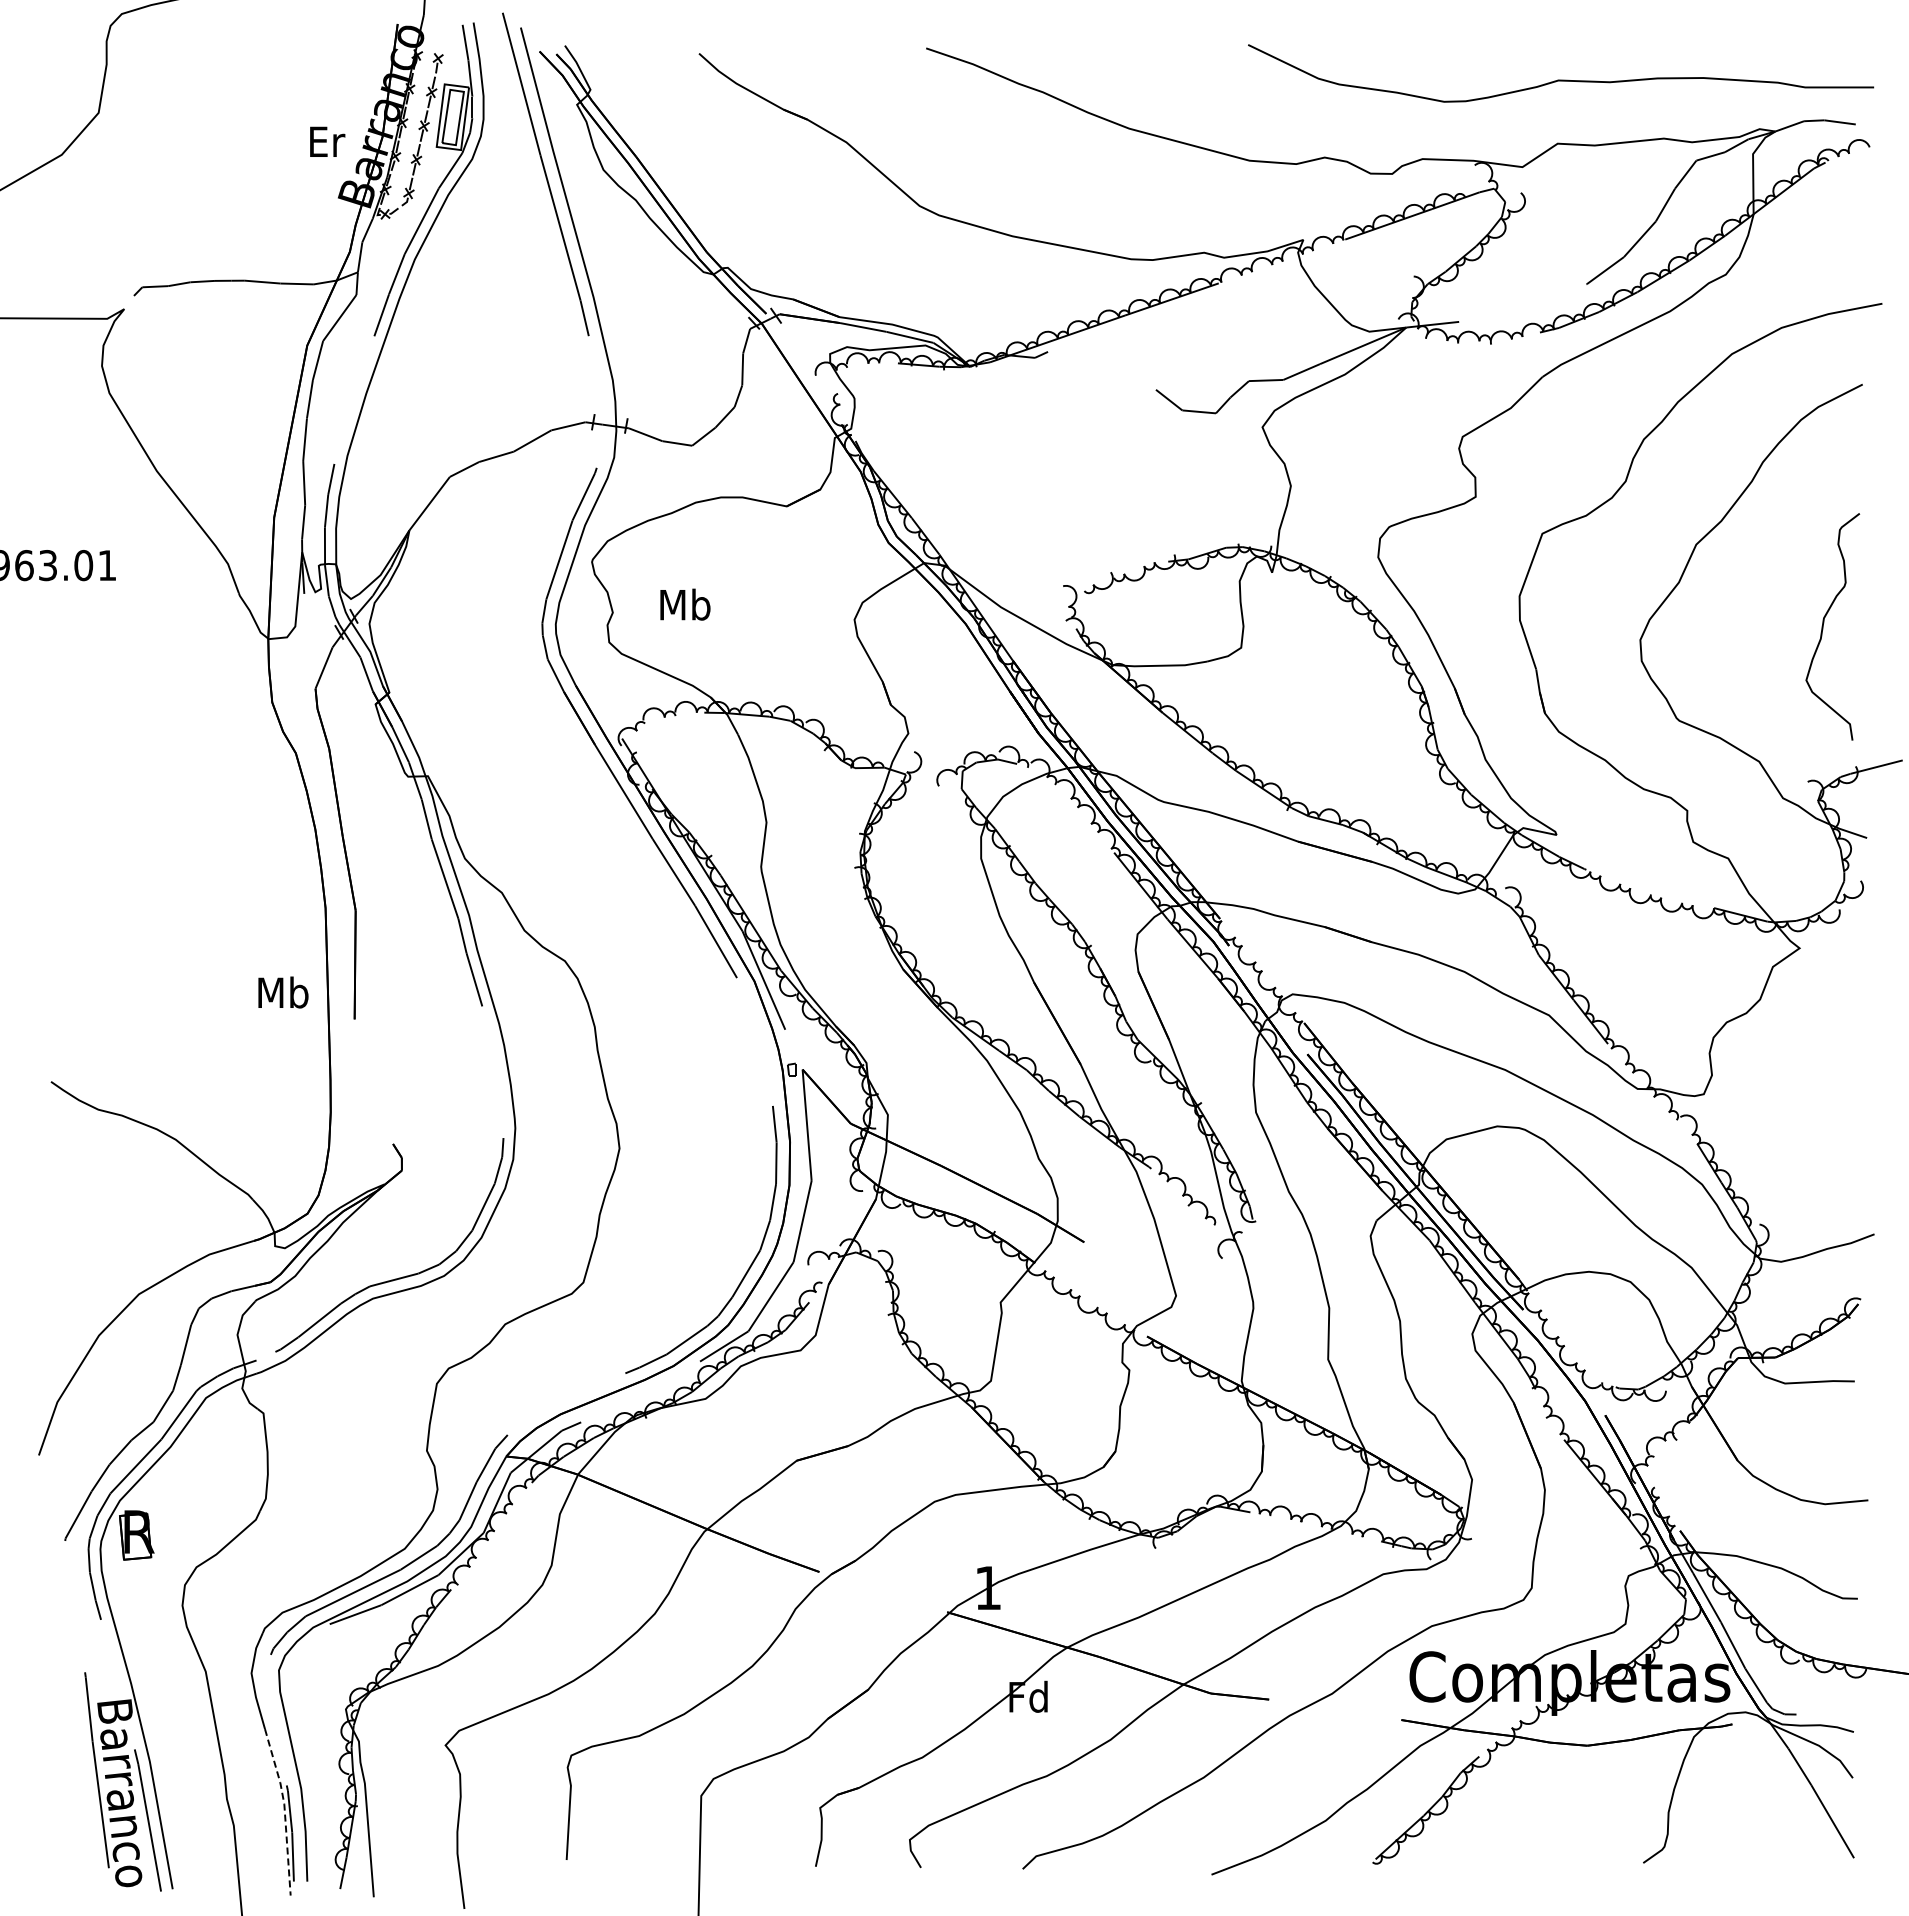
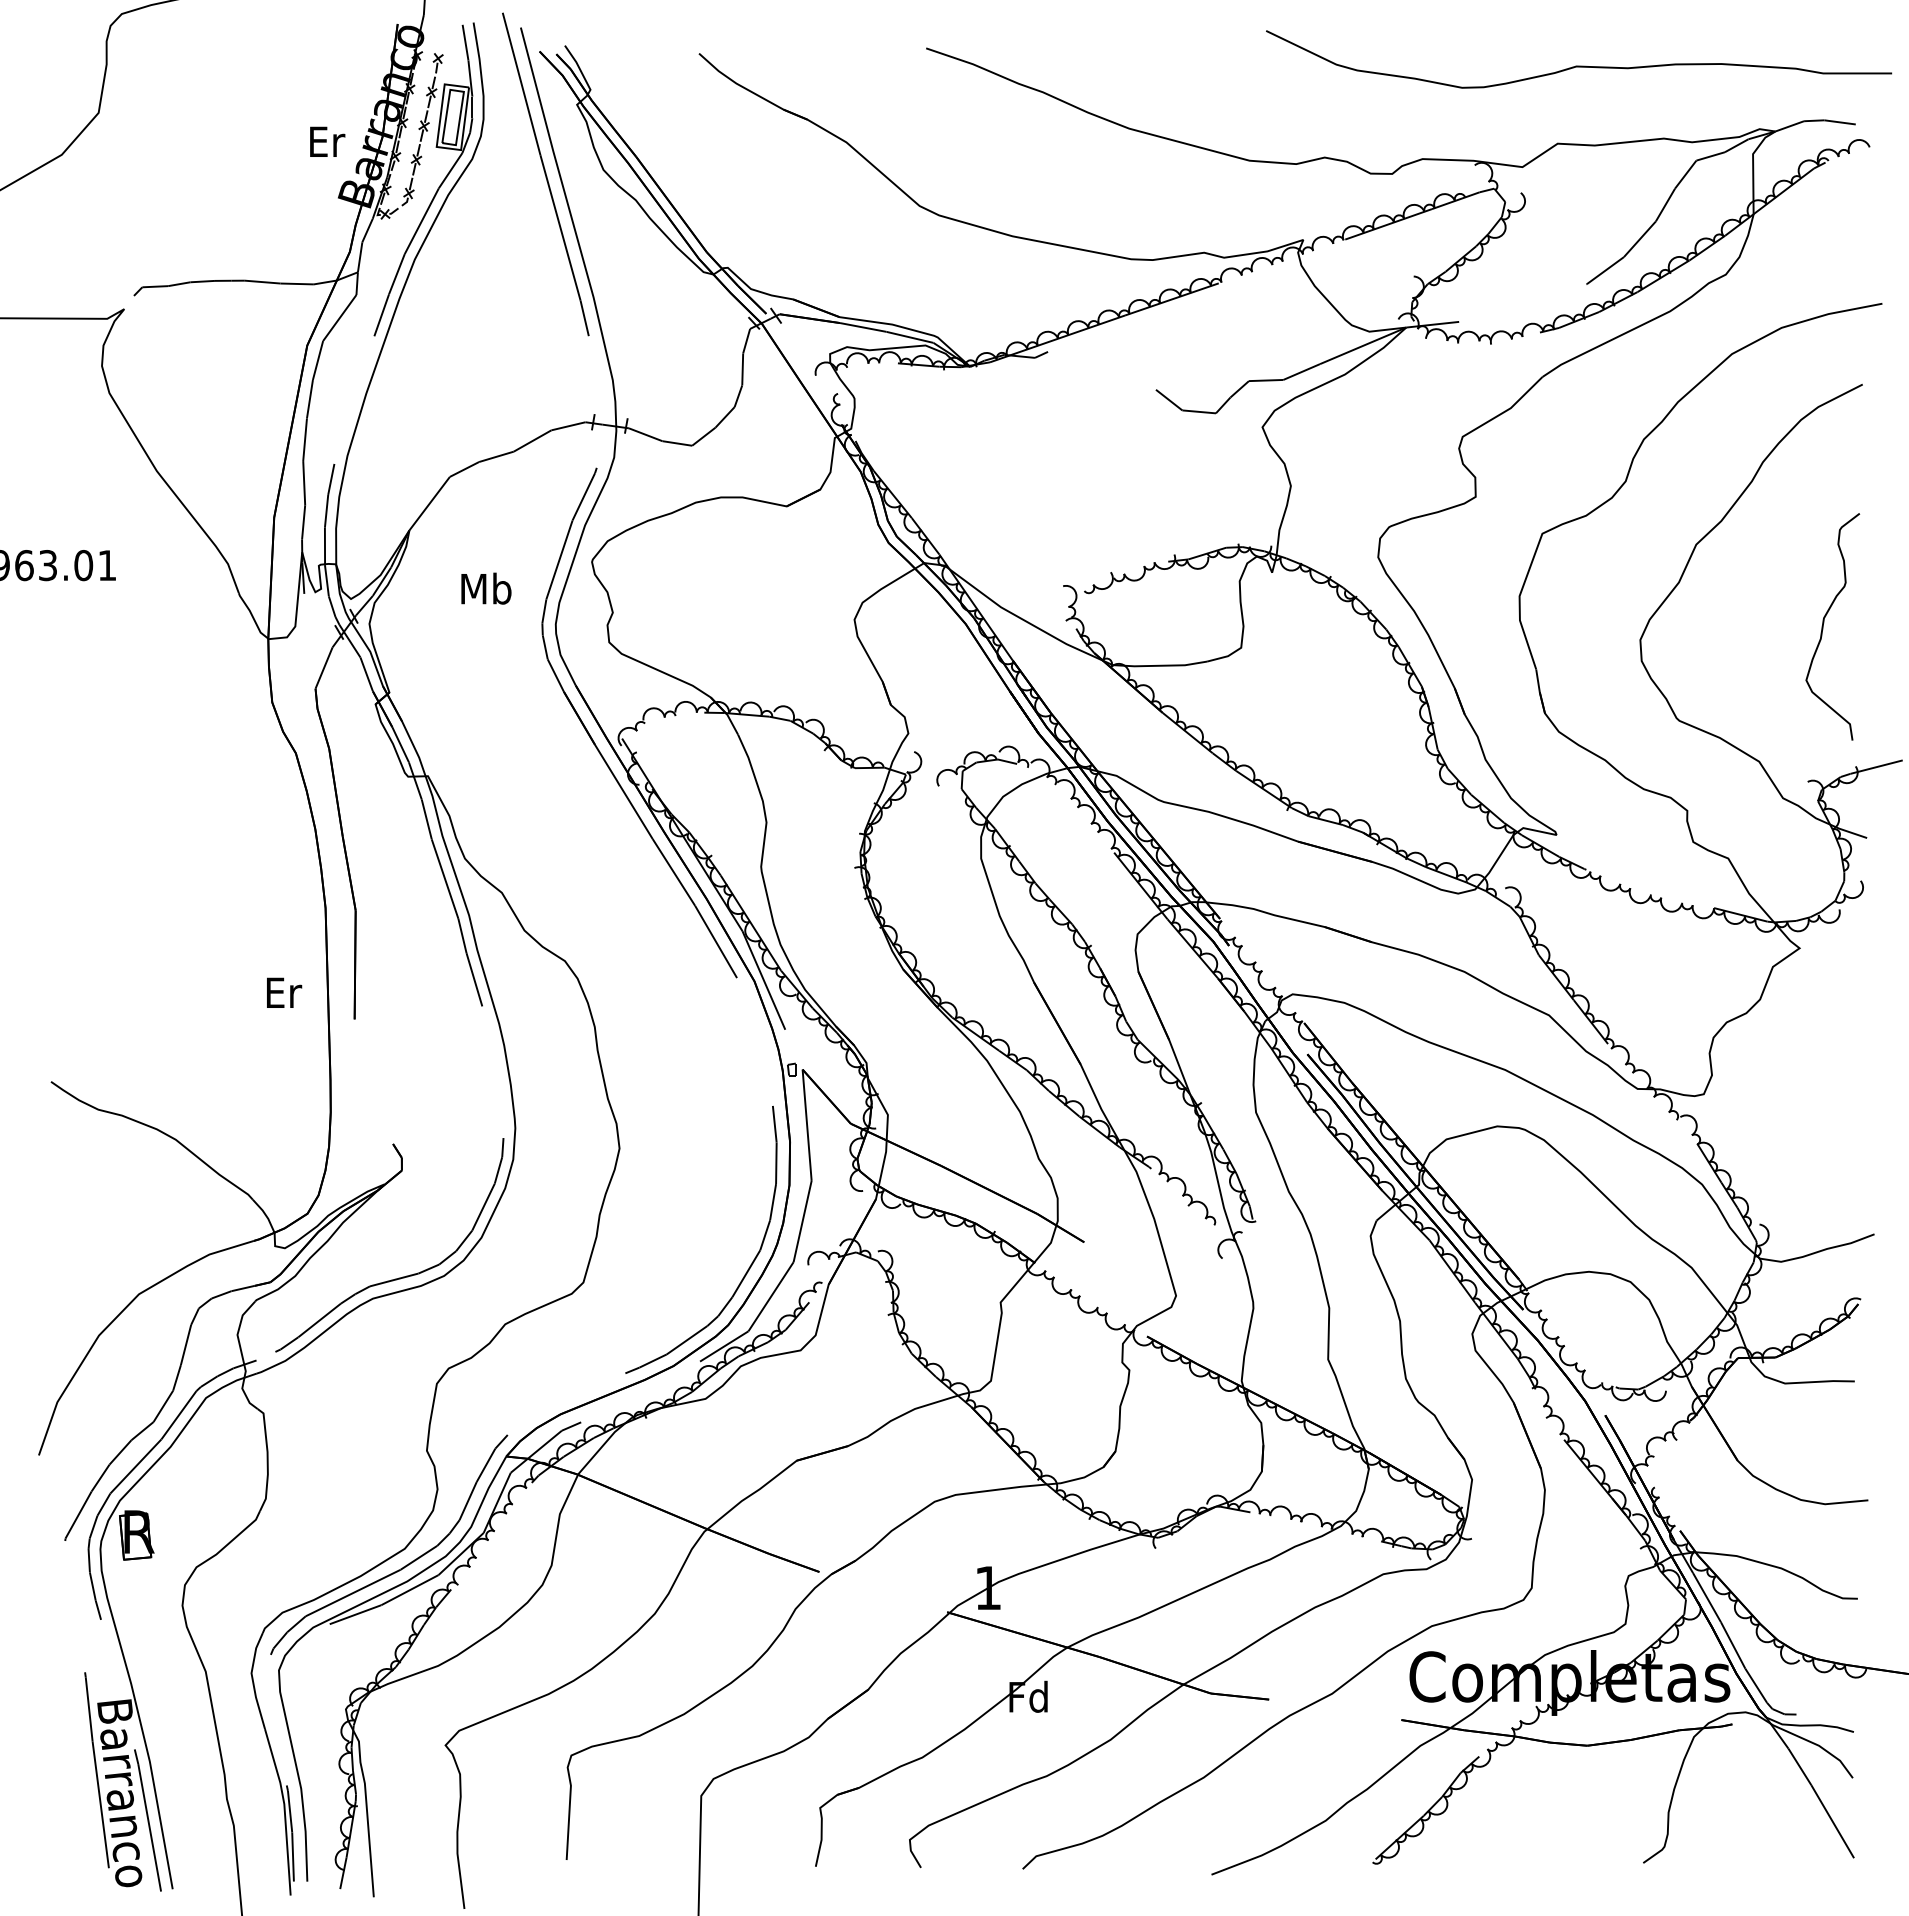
curve at (1561, 79) position: (1561, 79) -> (1579, 65)
text at (685, 604) position: (685, 604) -> (486, 588)
text at (283, 992): Mb -> Er
line at (284, 1810): dashed -> solid
